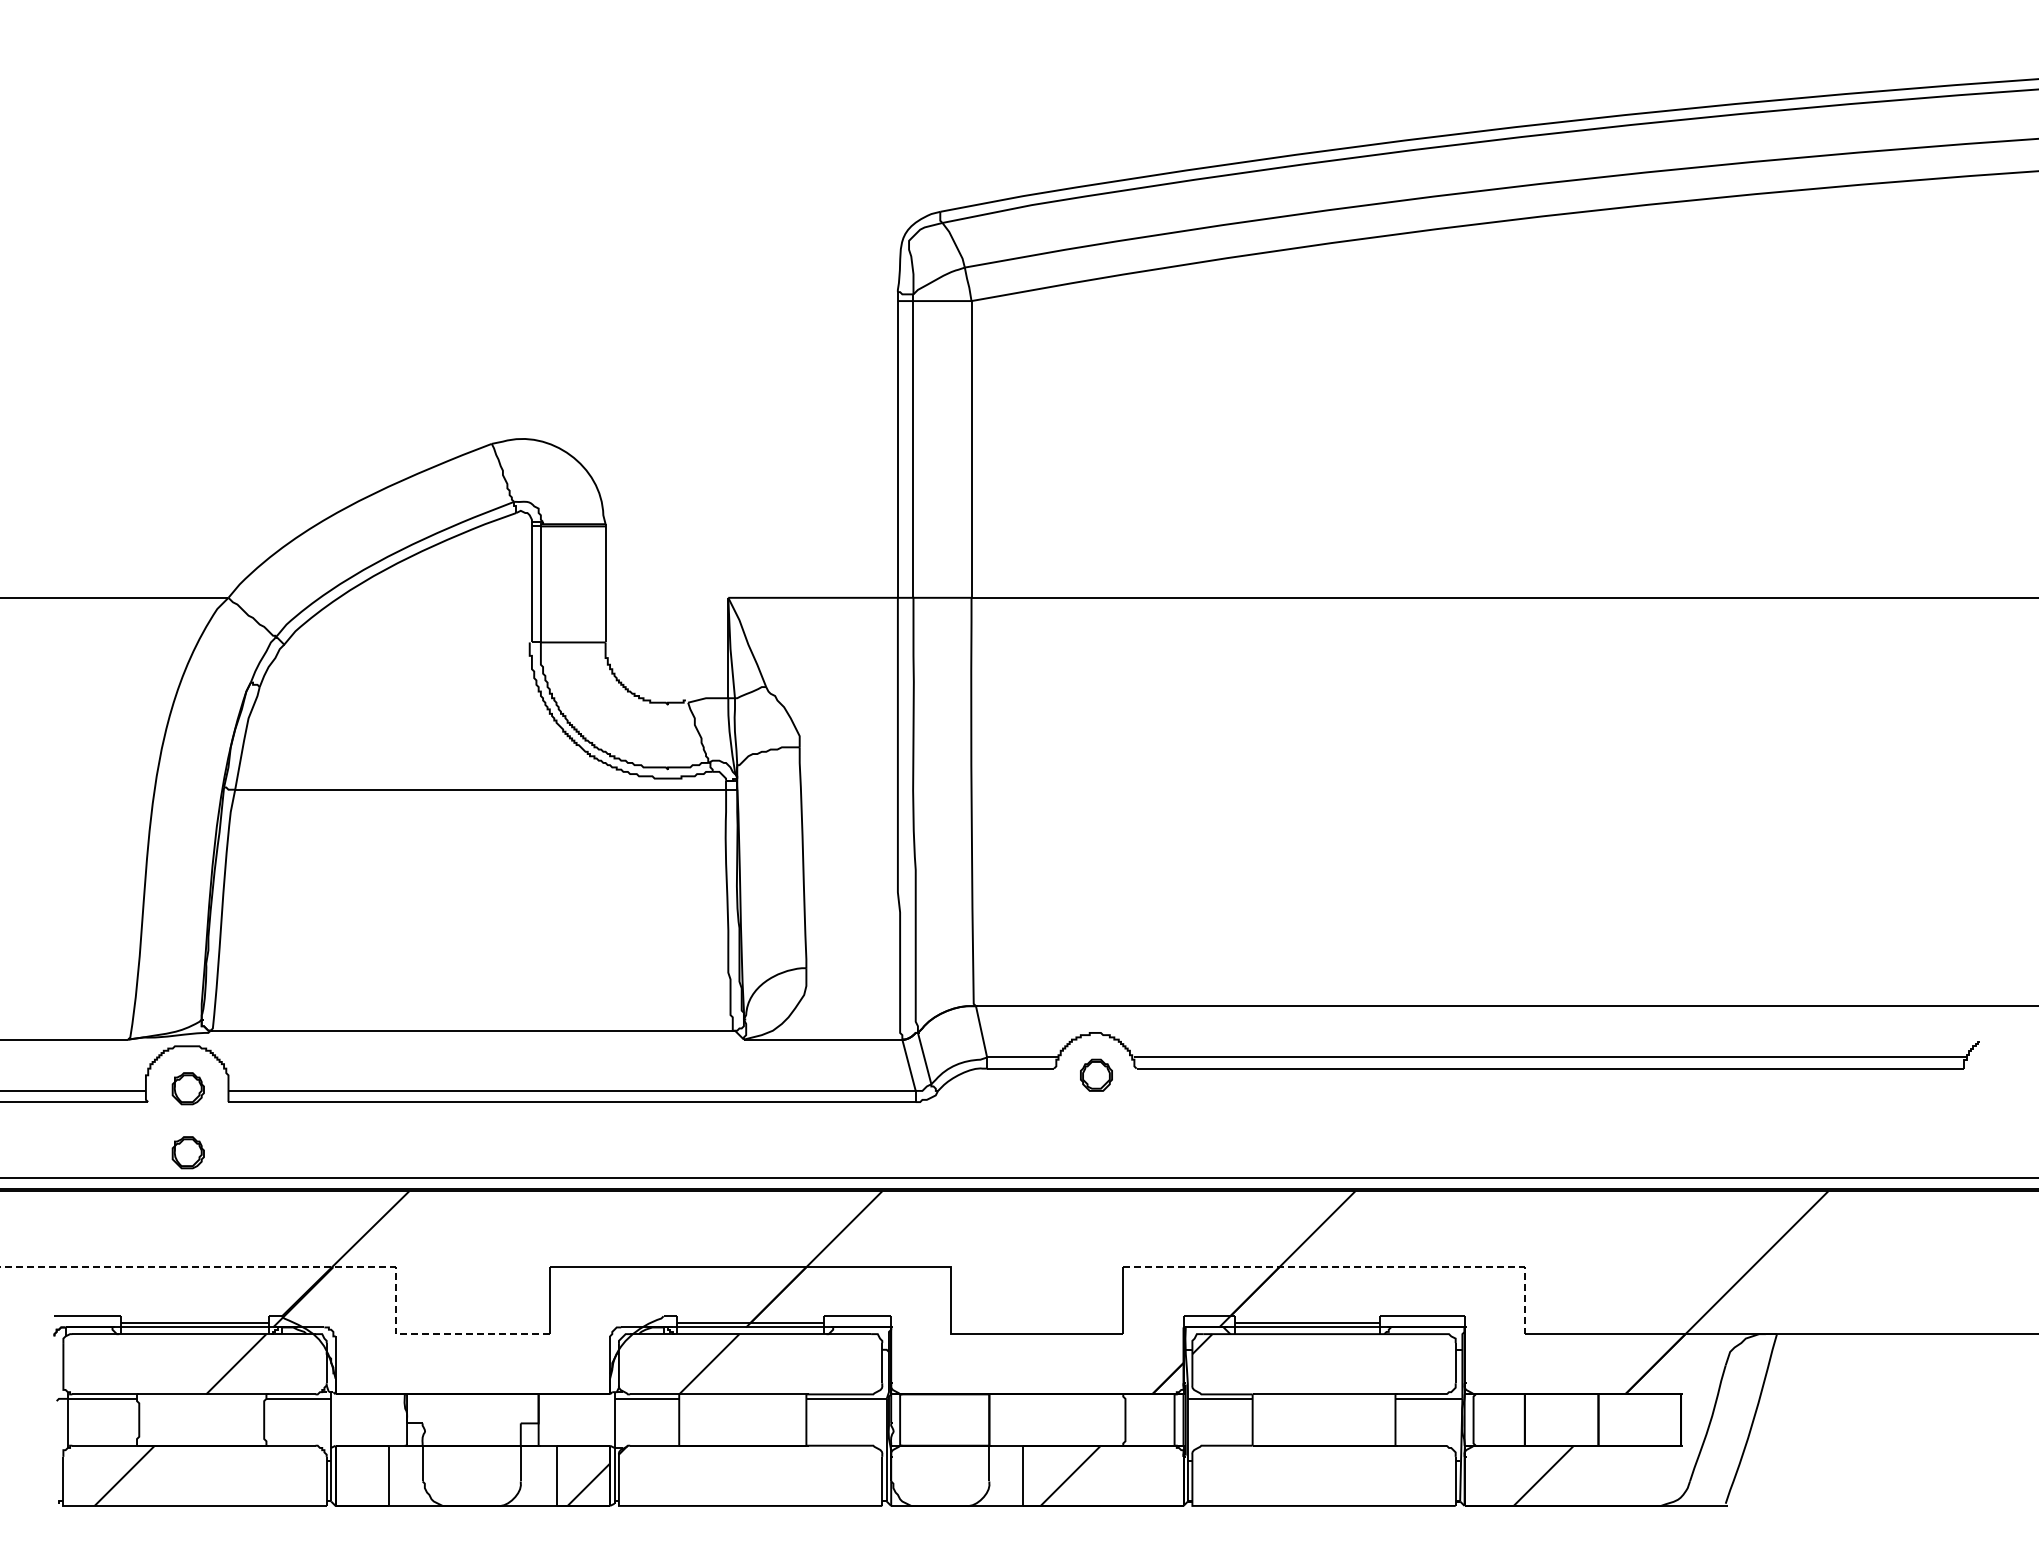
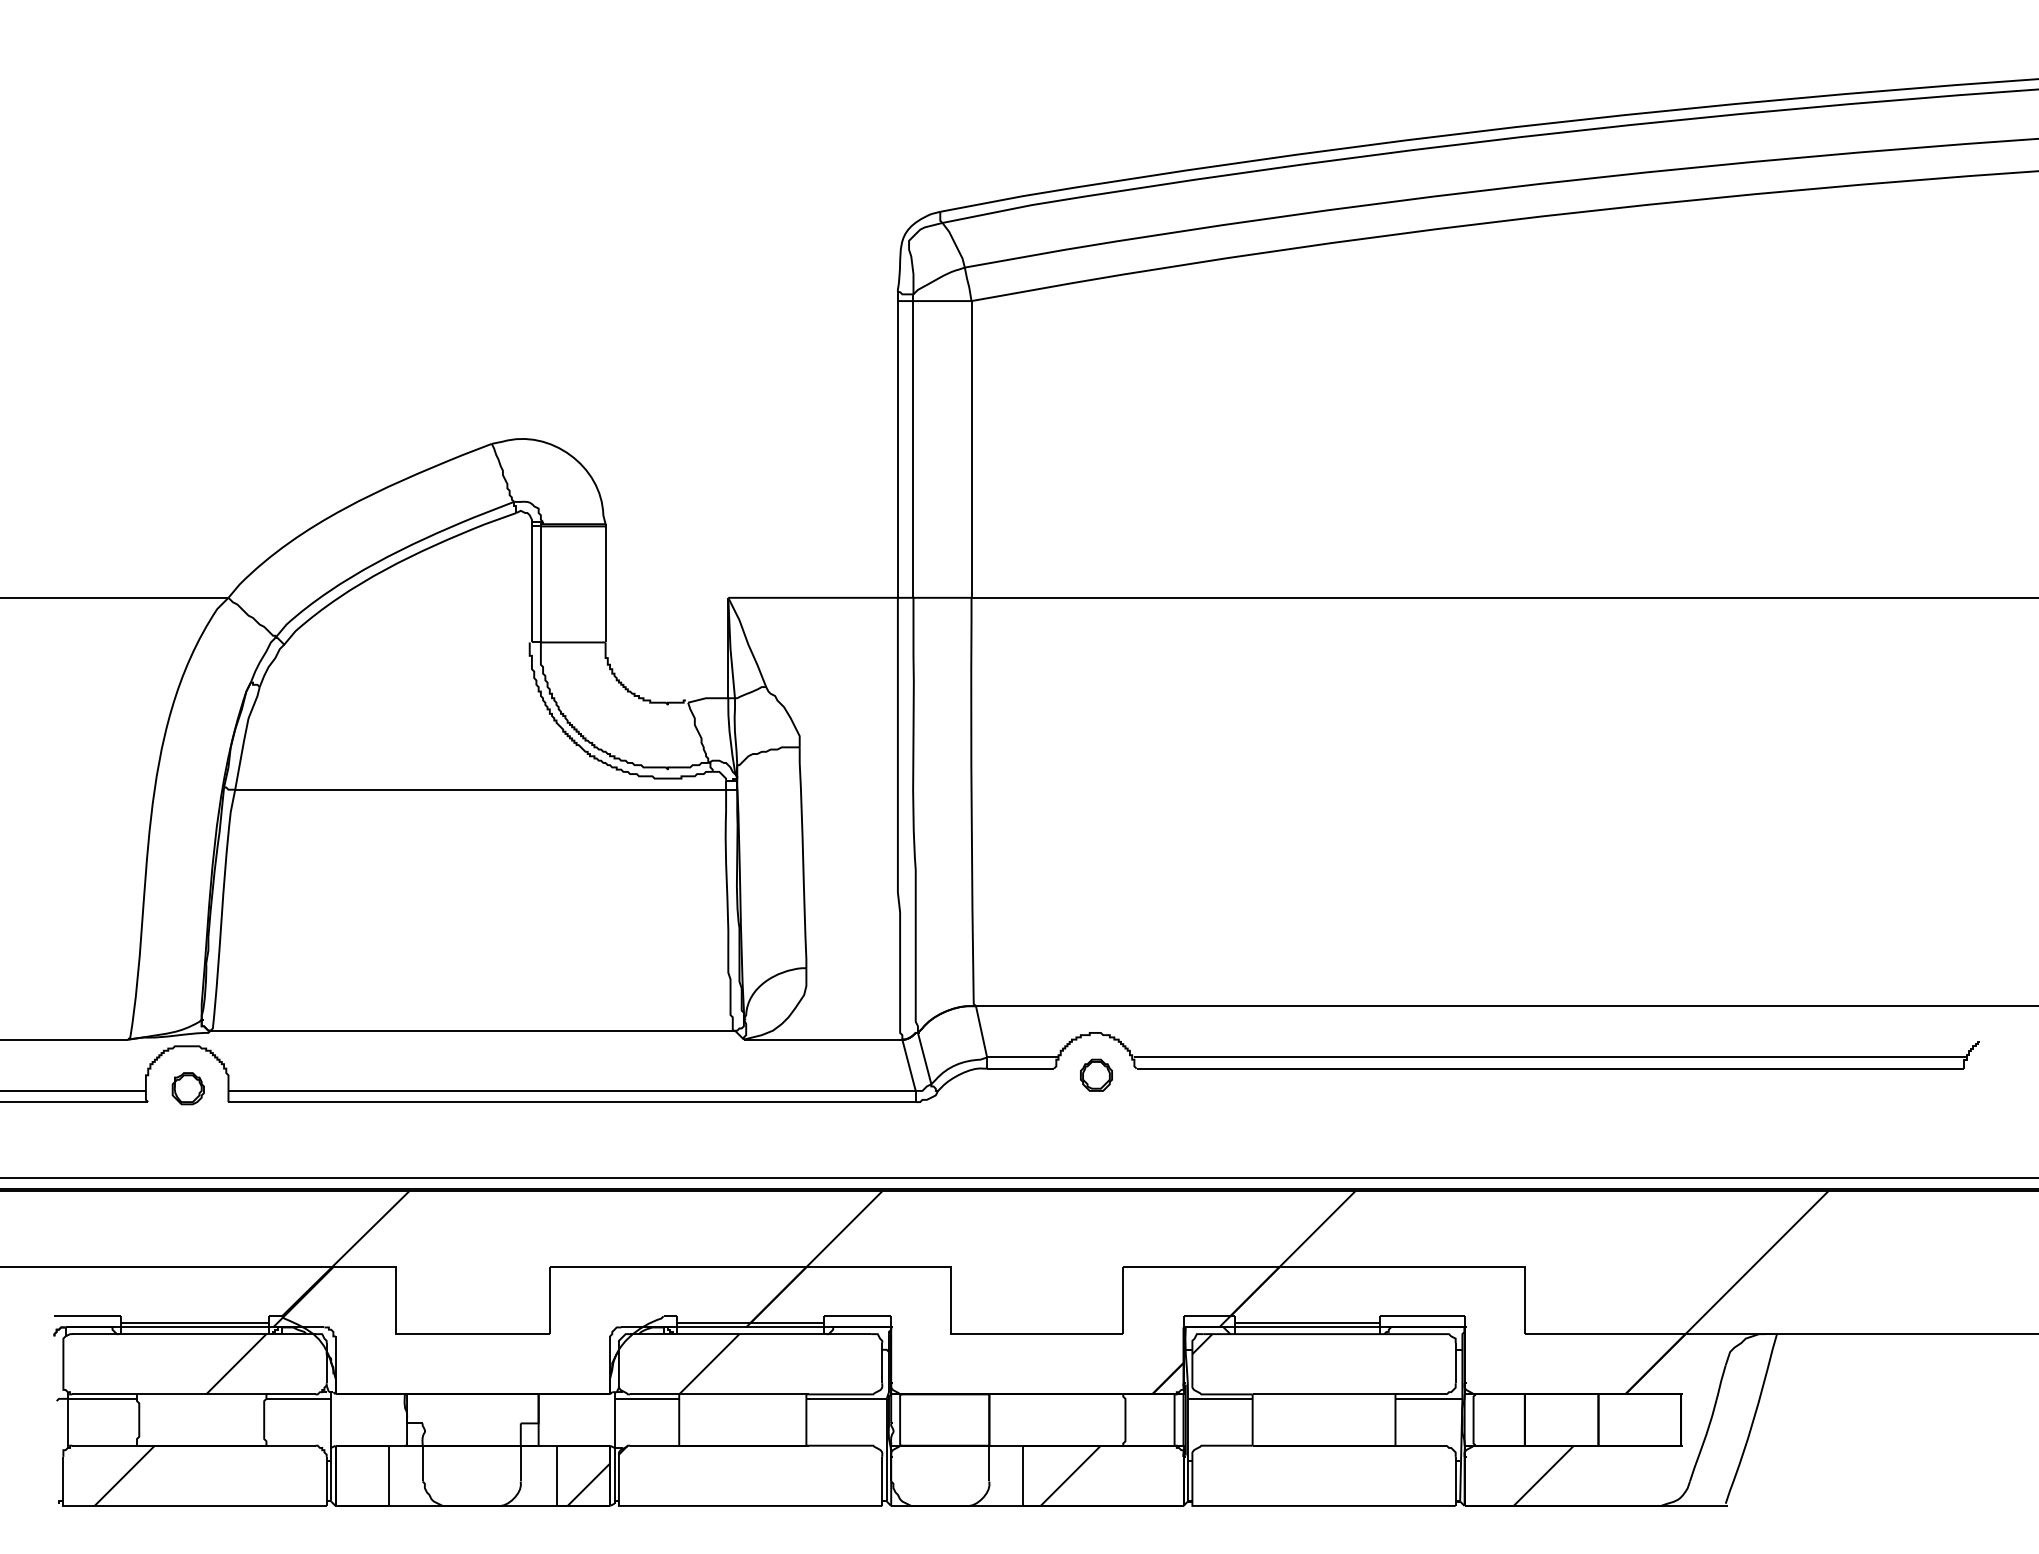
part at (187, 1152): present -> none
line at (309, 1267): dashed -> solid
line at (1358, 1267): dashed -> solid
